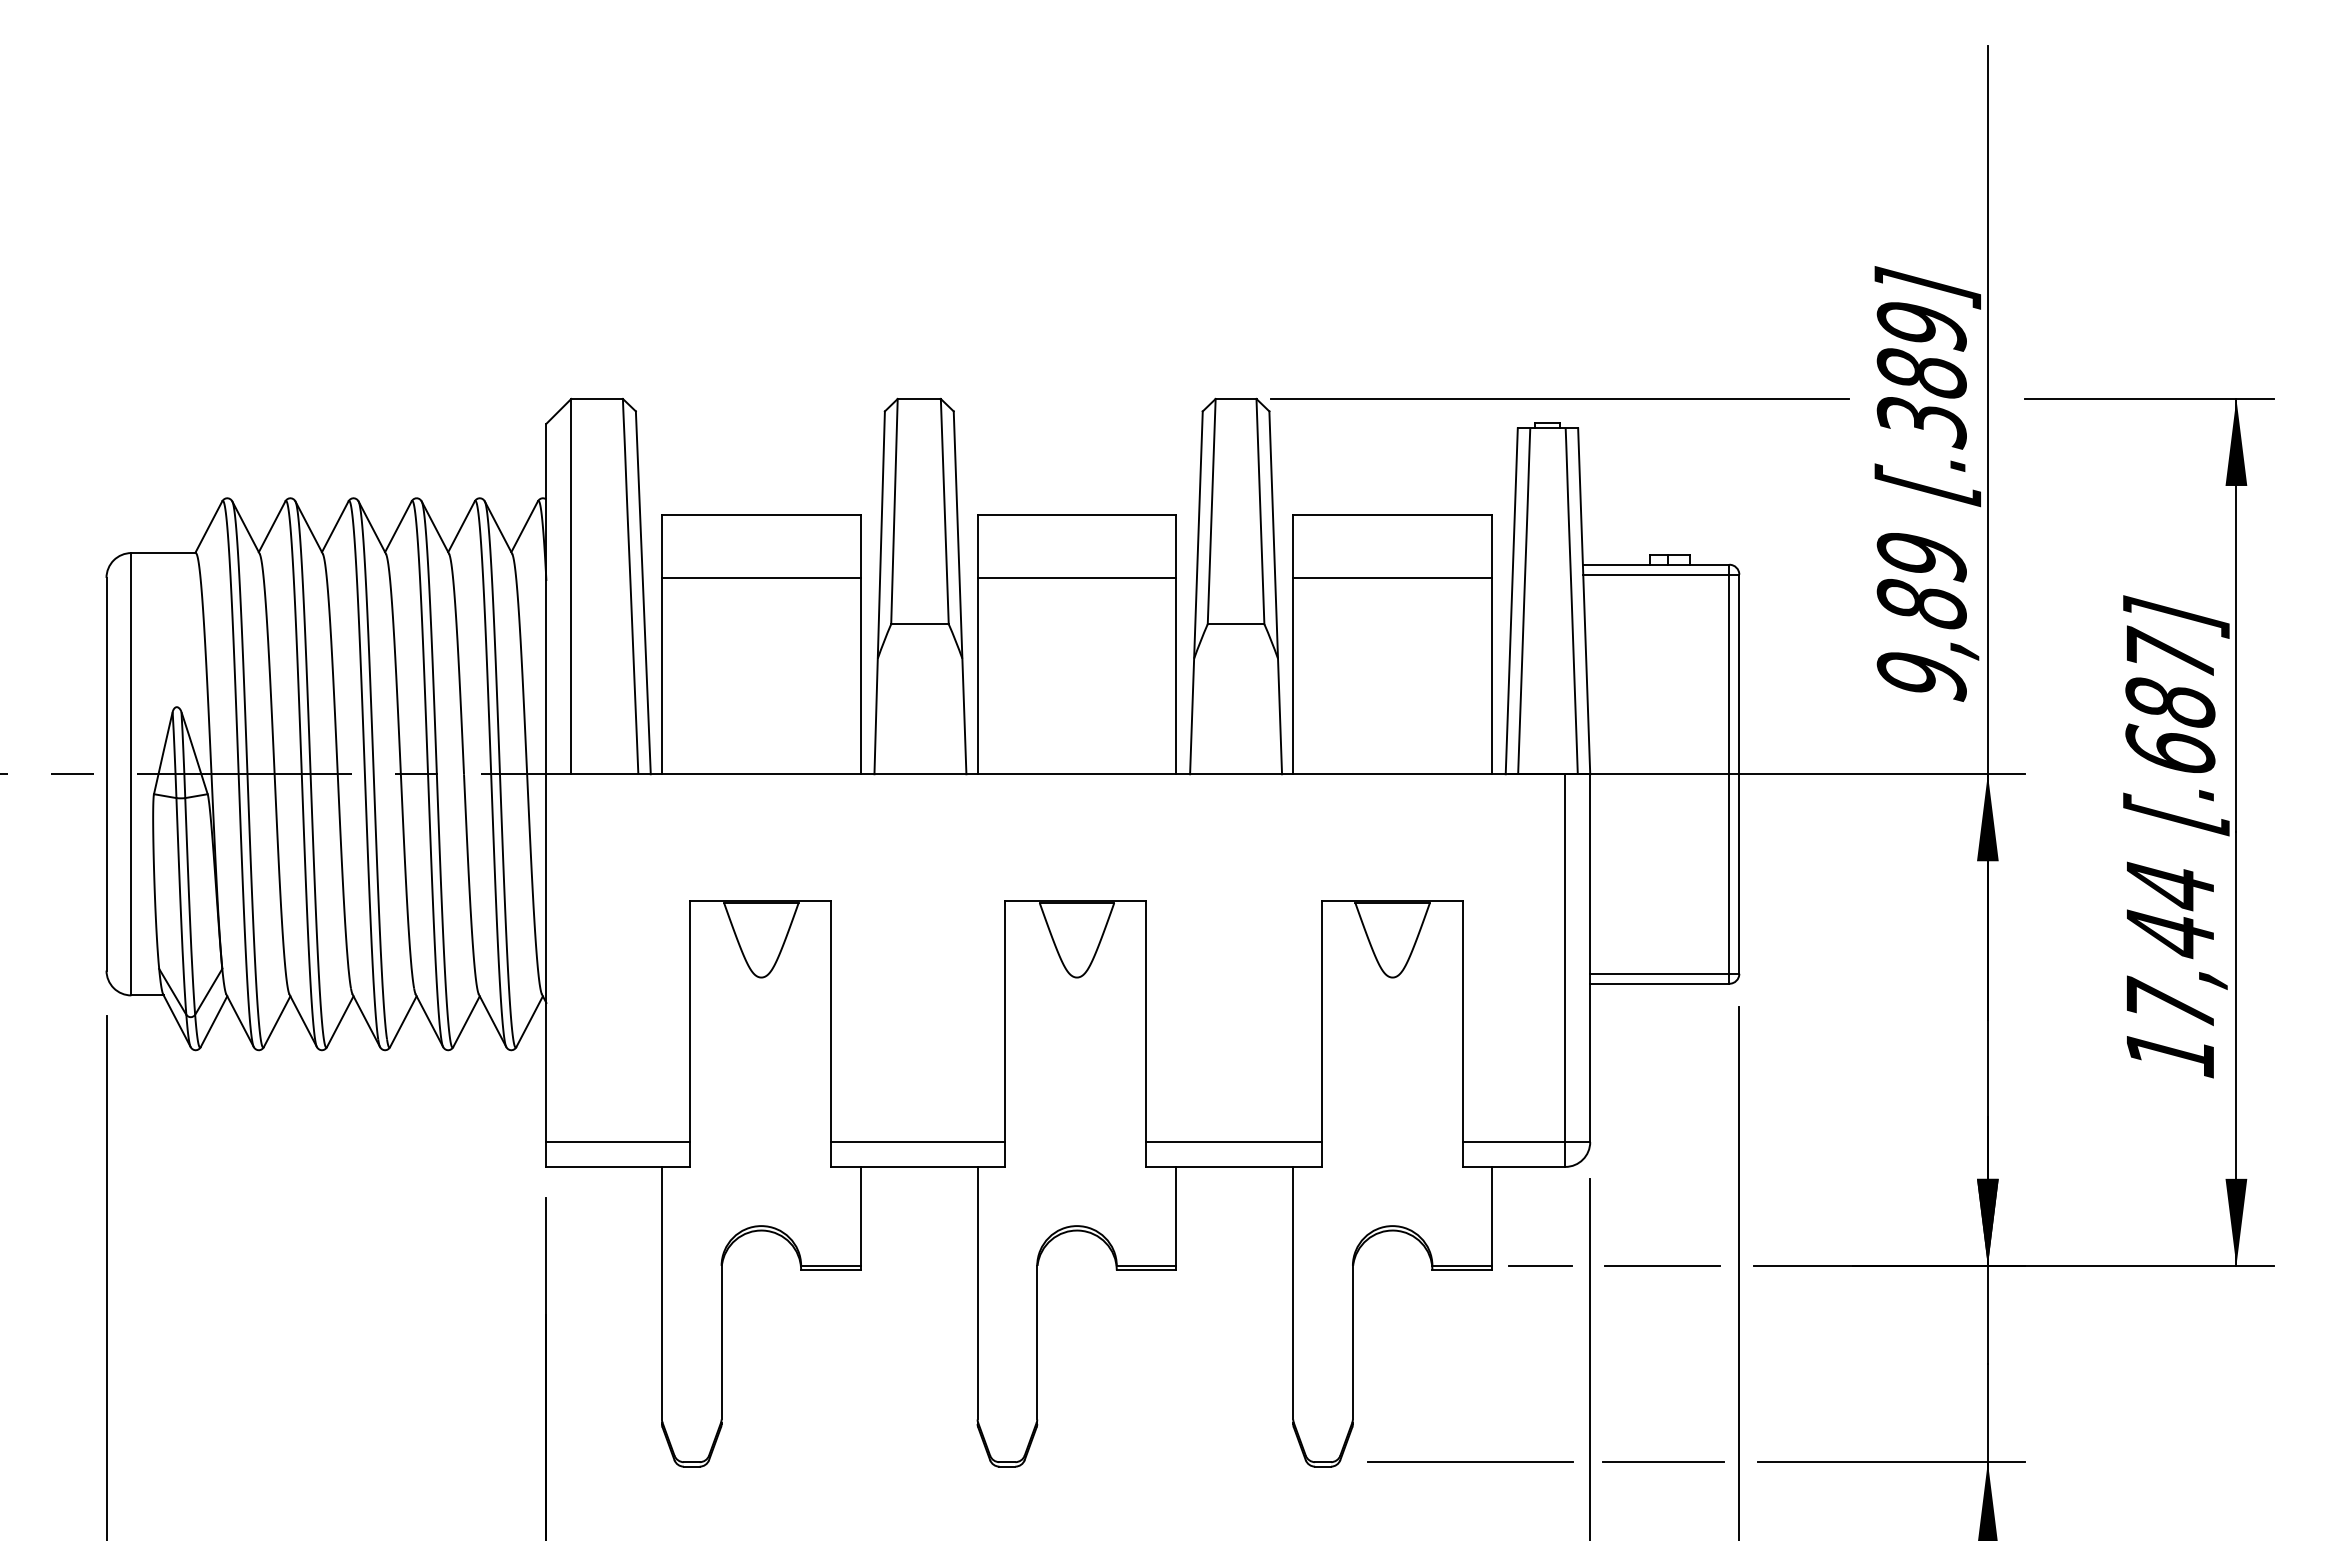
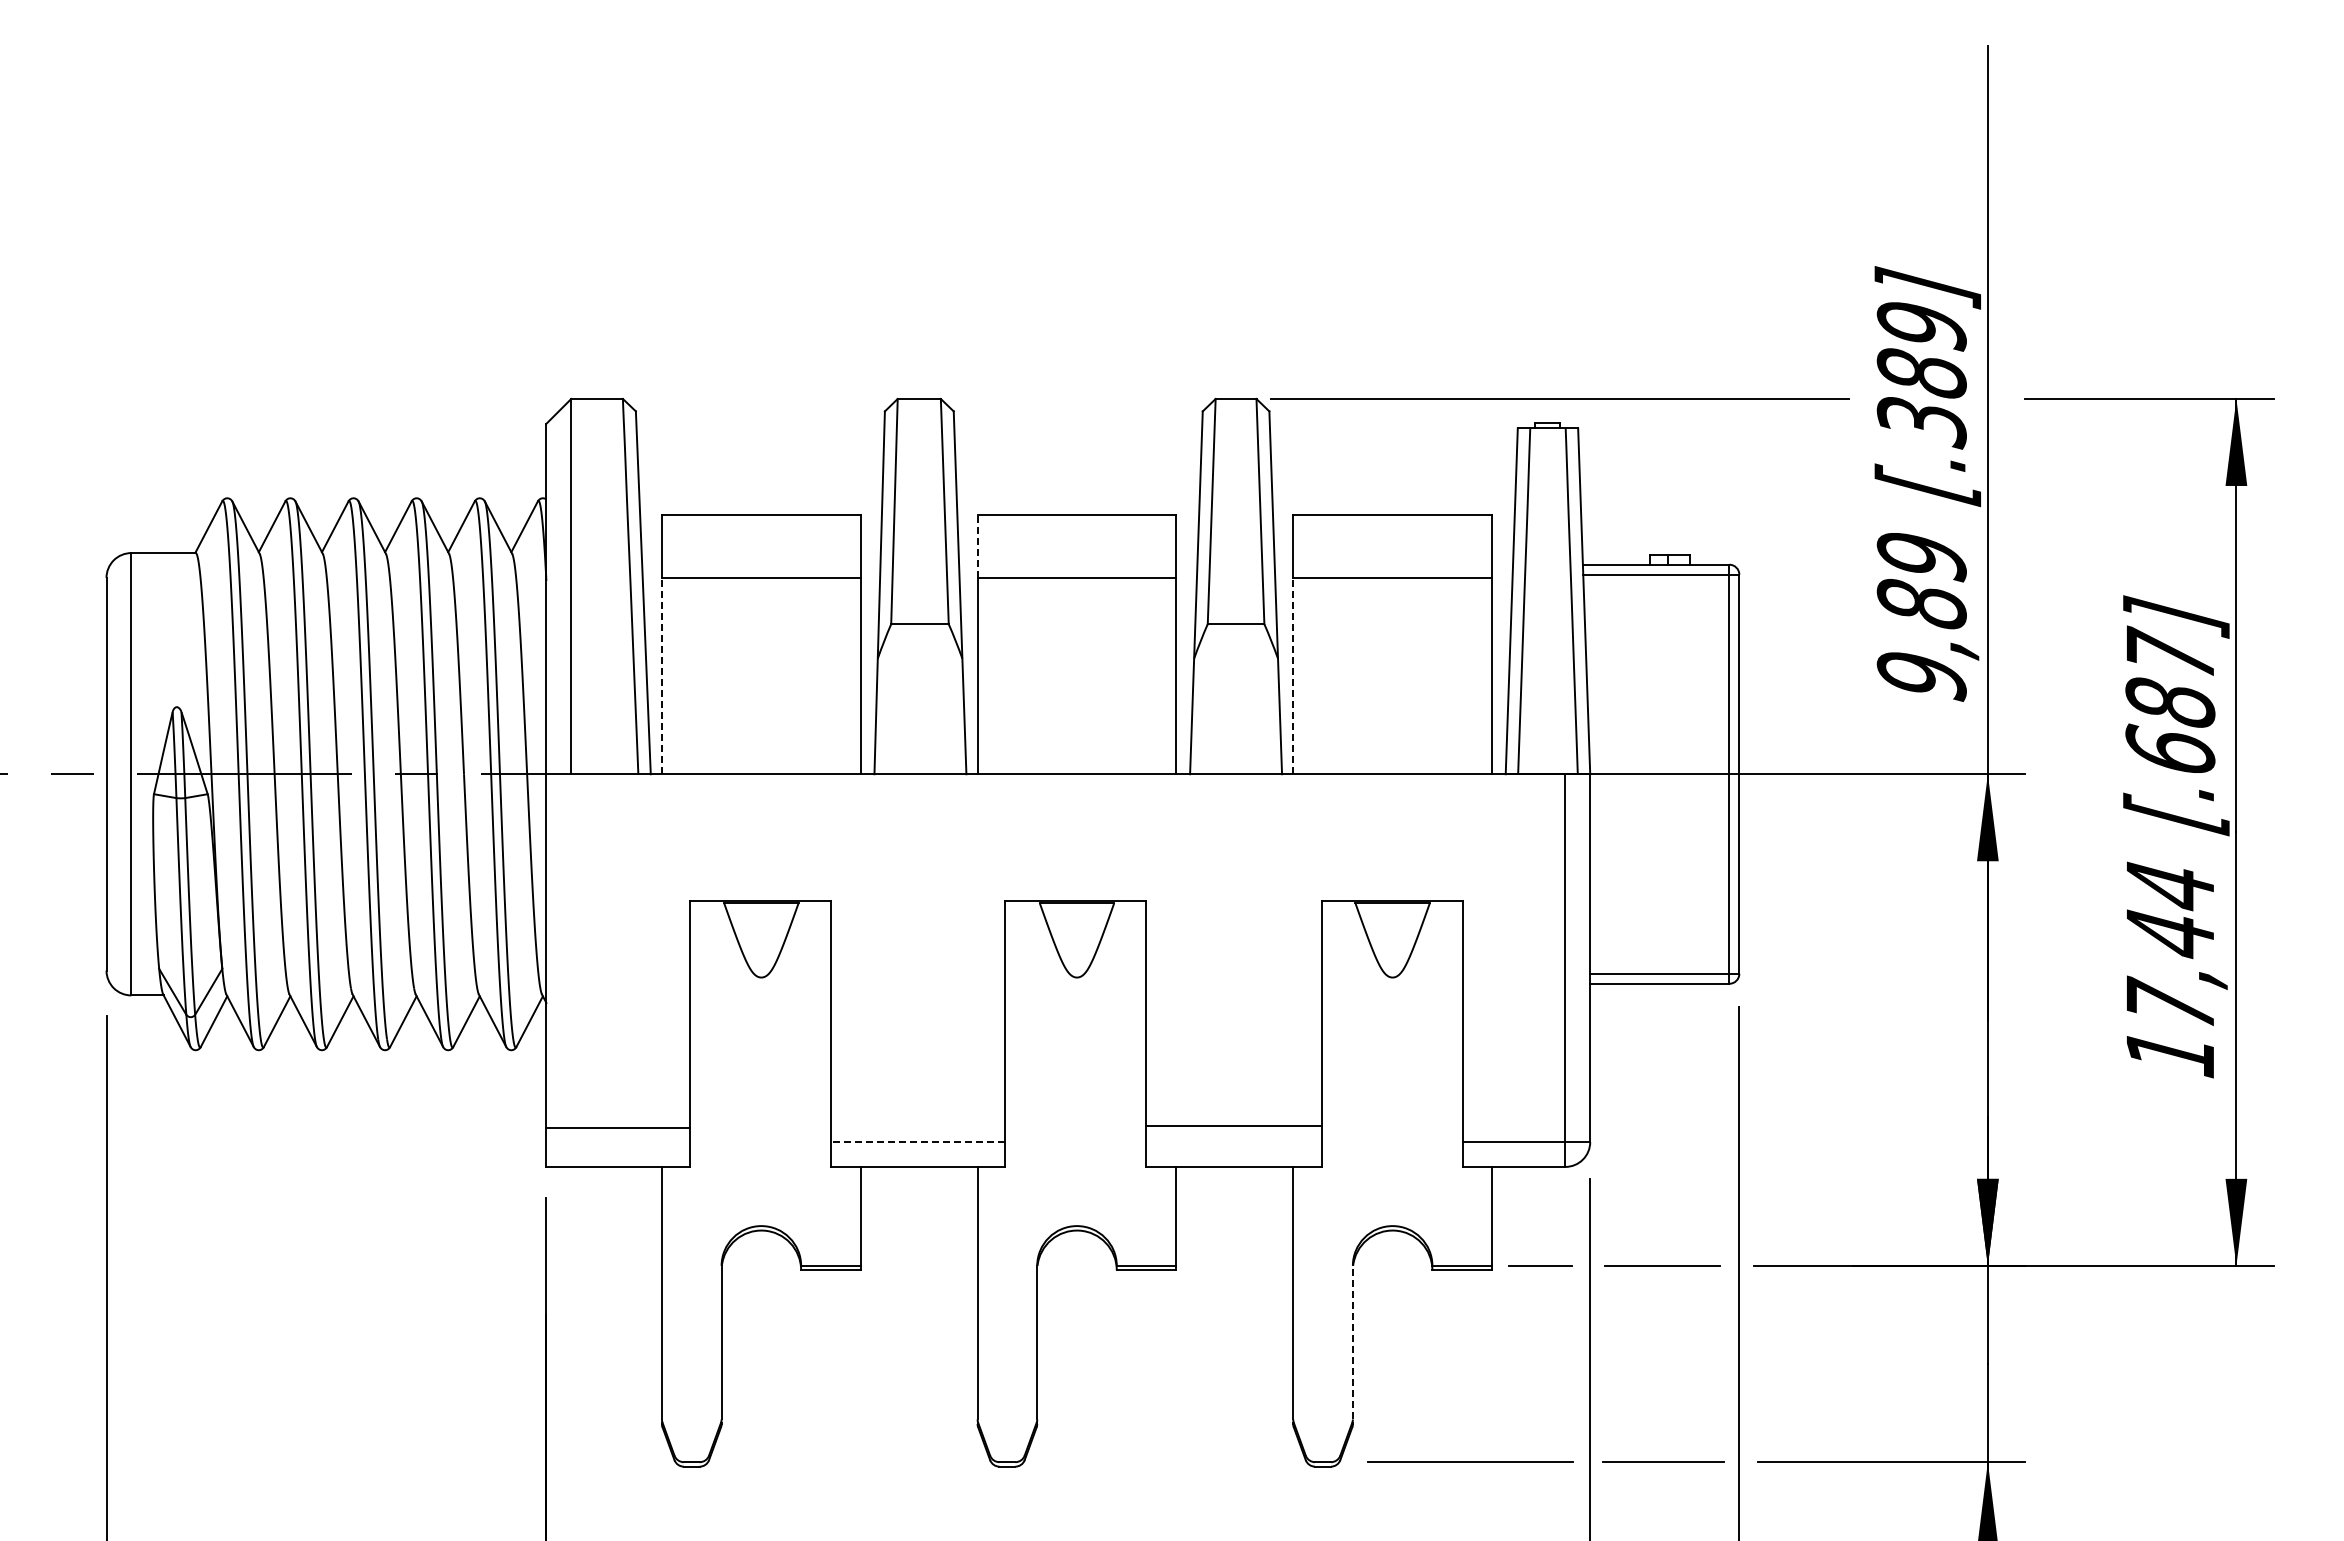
line at (977, 546): solid -> dashed
line at (661, 676): solid -> dashed
line at (1293, 676): solid -> dashed
line at (617, 1142) position: (617, 1142) -> (617, 1128)
line at (917, 1142): solid -> dashed
line at (1234, 1142) position: (1234, 1142) -> (1234, 1126)
line at (1352, 1342): solid -> dashed
